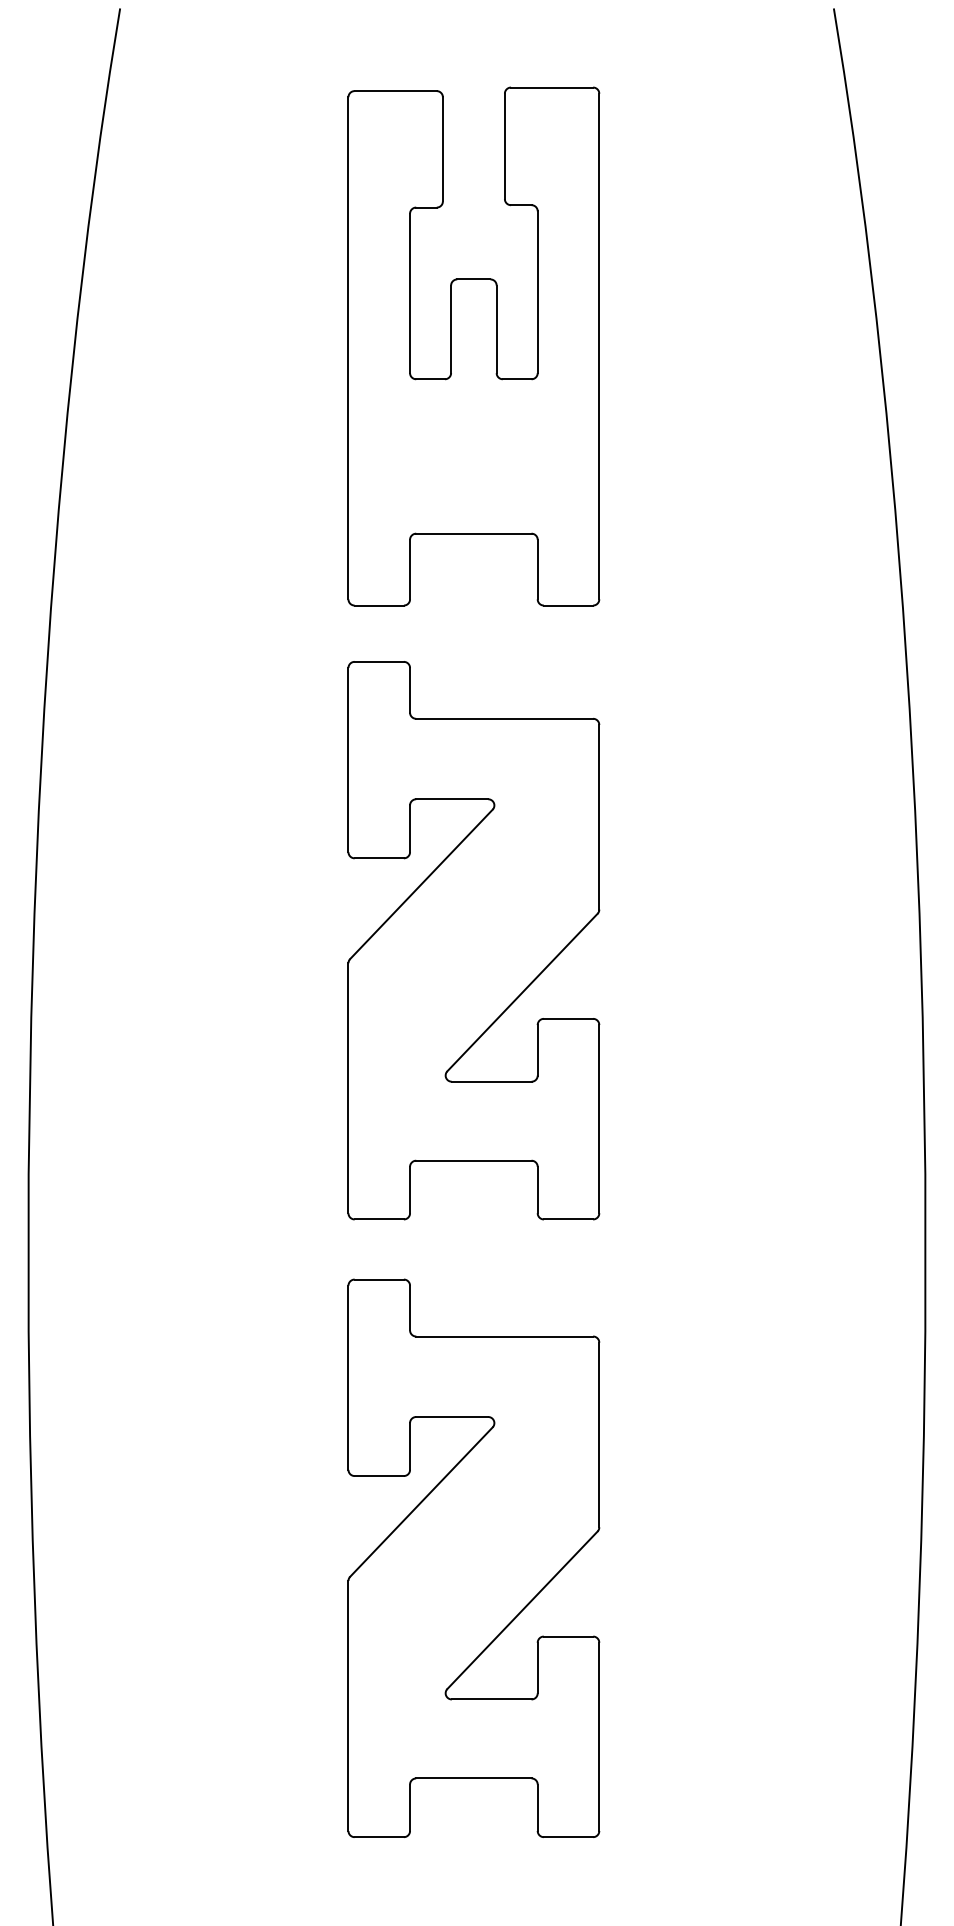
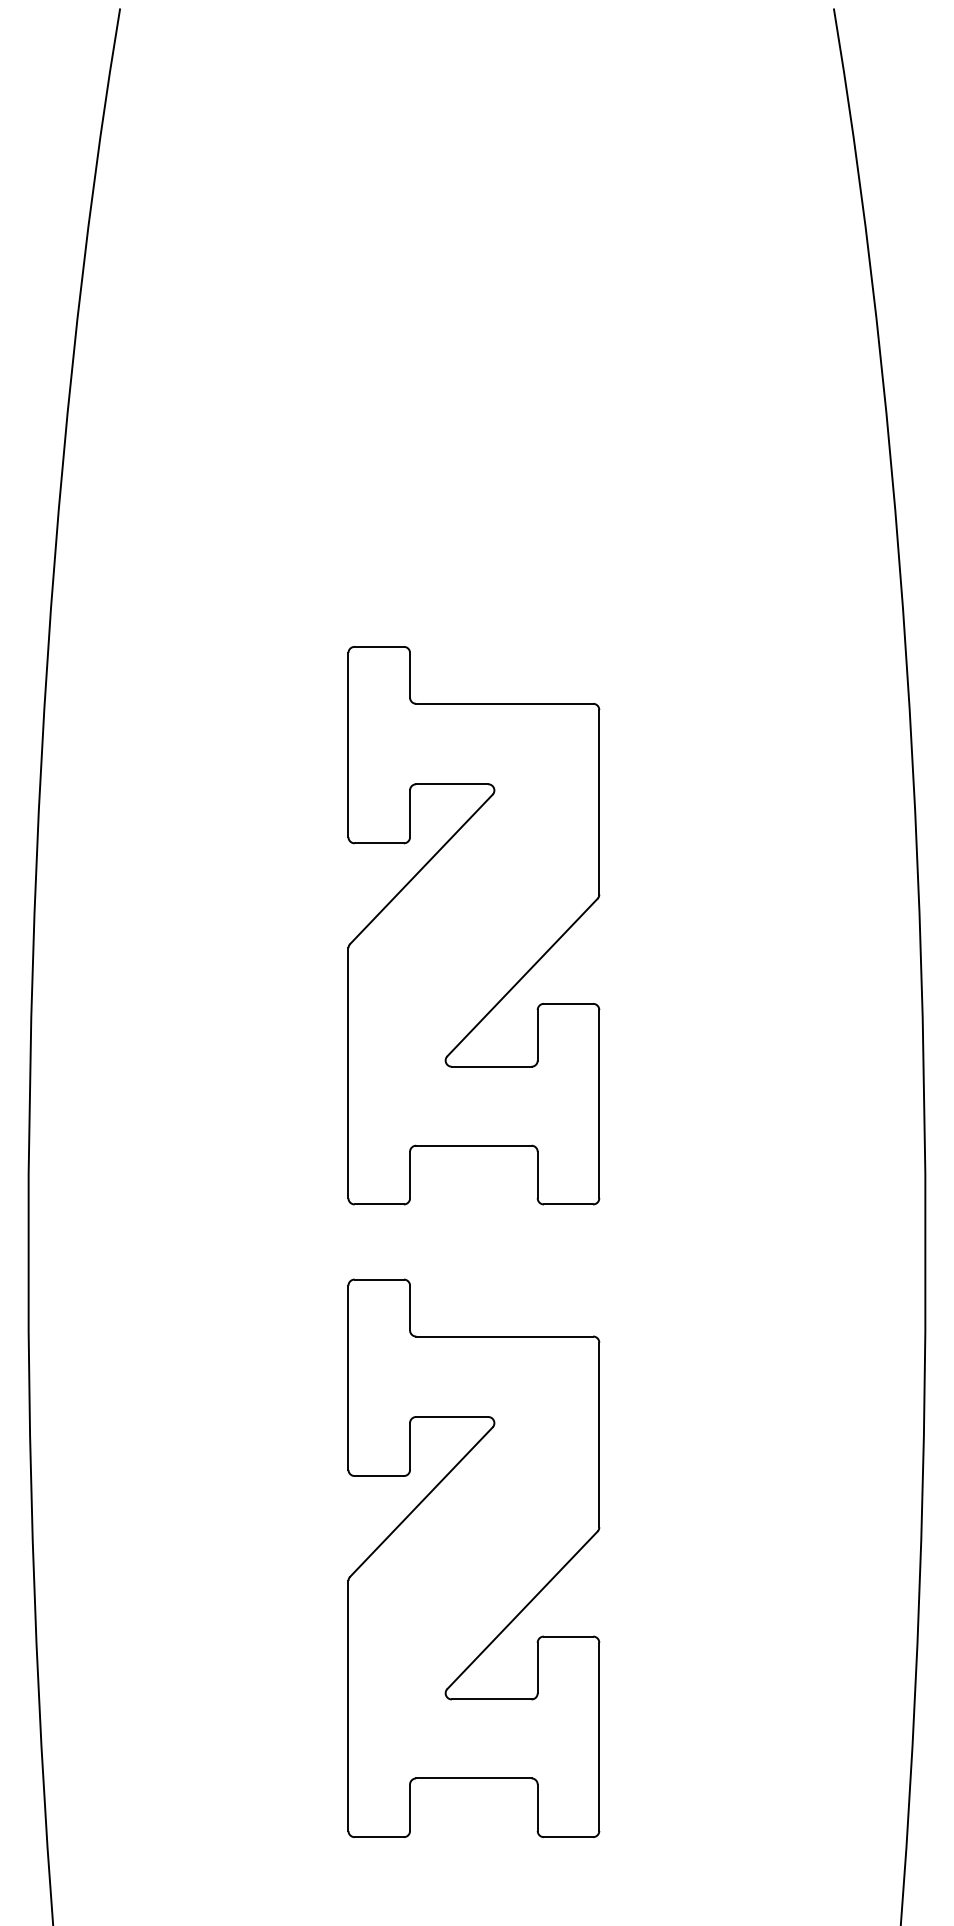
part at (473, 346): present -> none
part at (473, 940) position: (473, 940) -> (473, 925)
